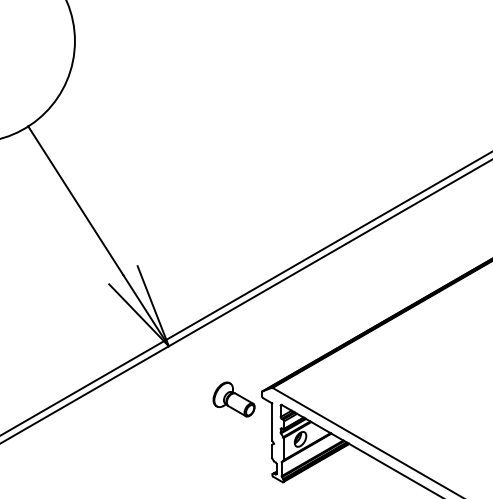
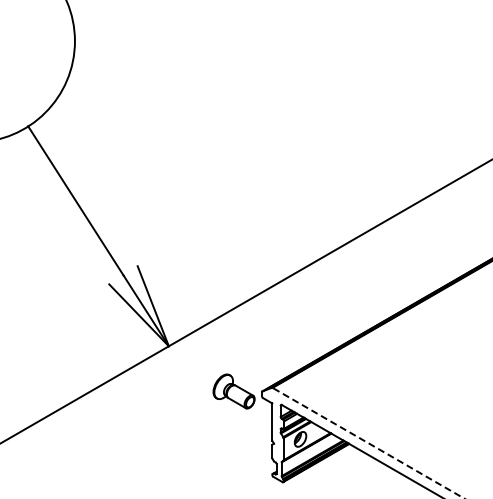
line at (245, 293): present -> none
part at (233, 399) position: (233, 399) -> (233, 391)
line at (368, 443): solid -> dashed
